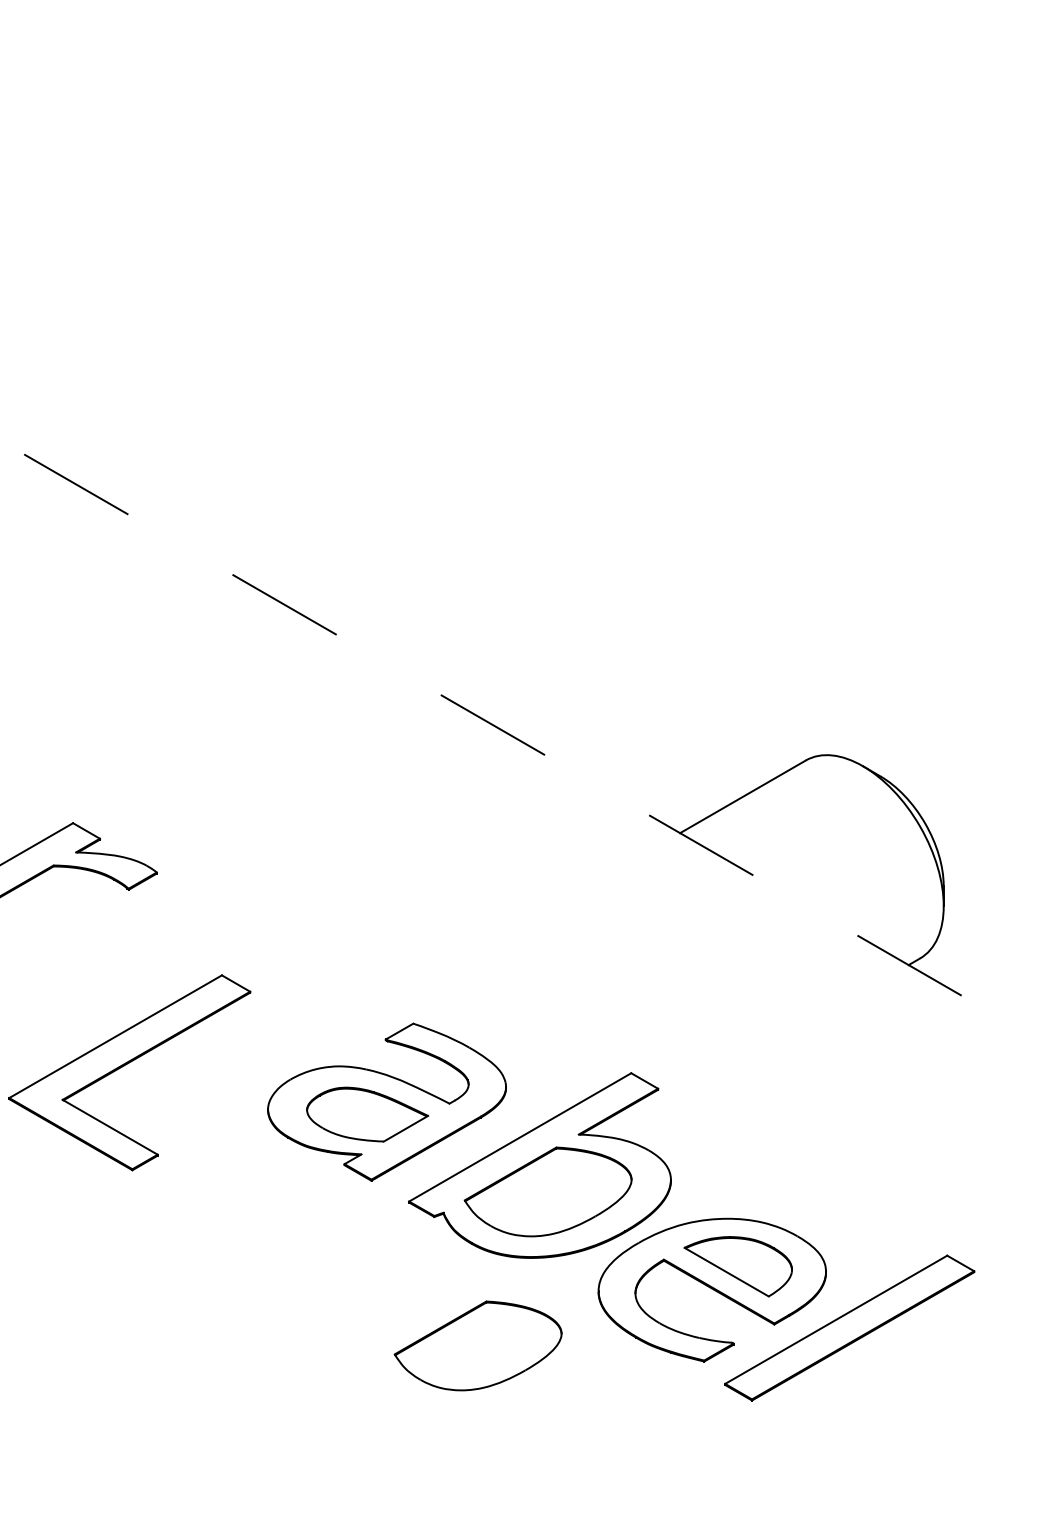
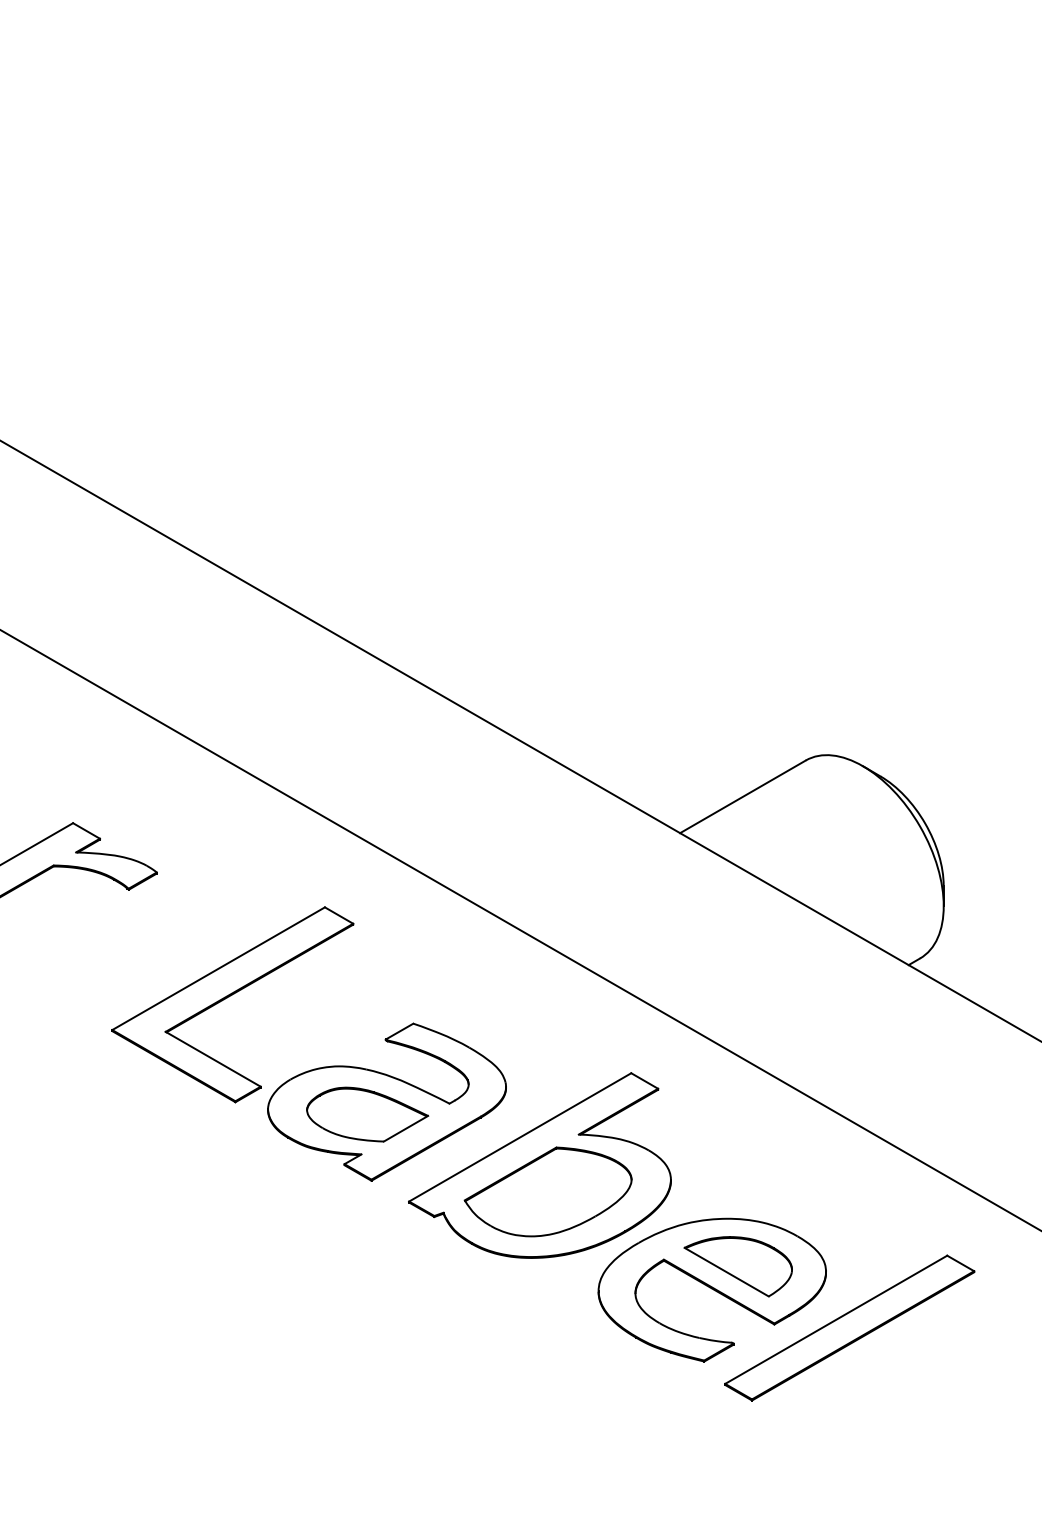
line at (520, 741): dashed -> solid
line at (520, 929): none -> present
part at (126, 1065) position: (126, 1065) -> (229, 997)
part at (477, 1345): present -> none
